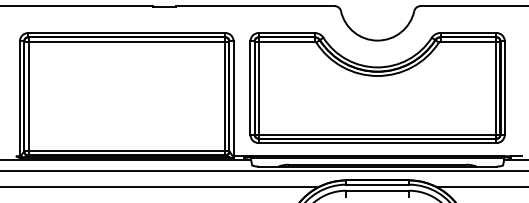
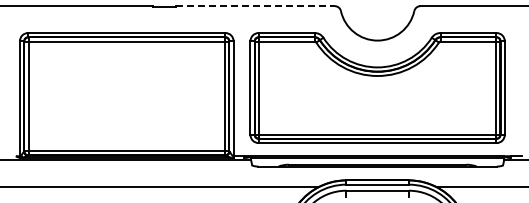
line at (256, 6): solid -> dashed
line at (263, 171): present -> none
